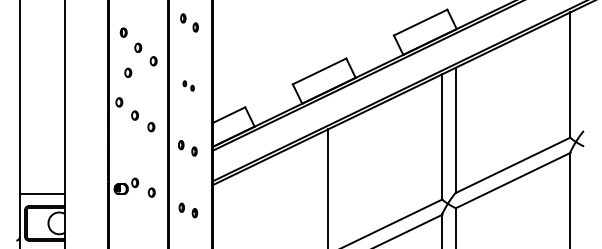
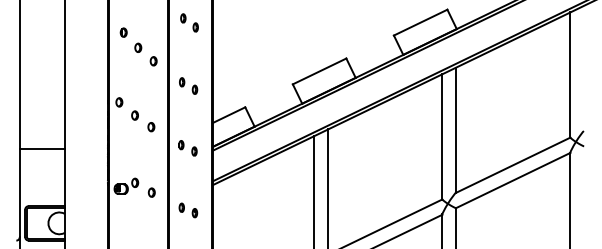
part at (128, 72): present -> none
part at (188, 85) size: 13x12 px -> 20x18 px
line at (314, 190): none -> present
line at (41, 194) position: (41, 194) -> (41, 149)
